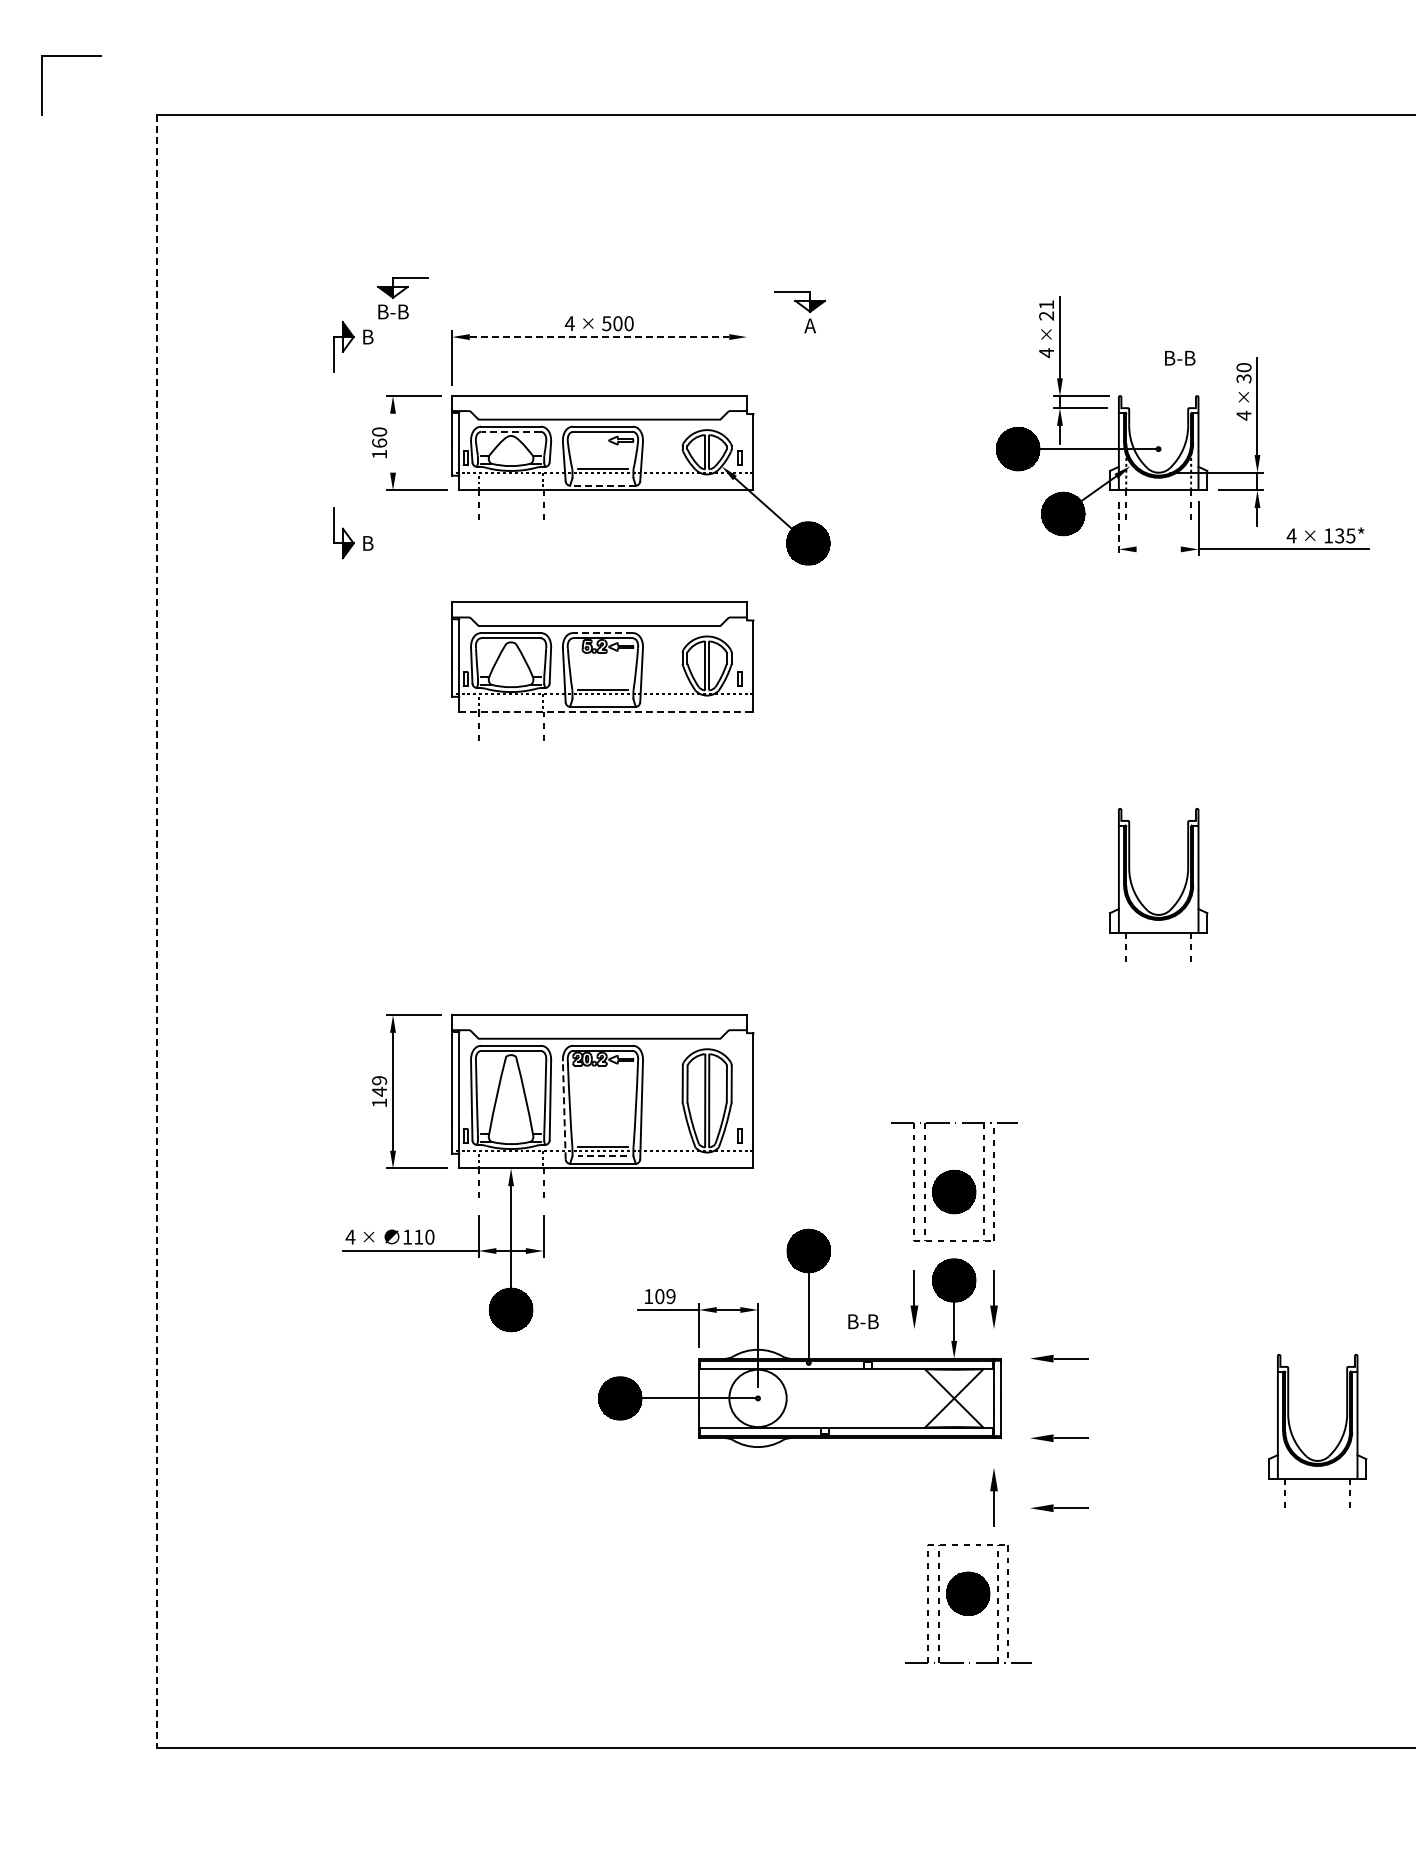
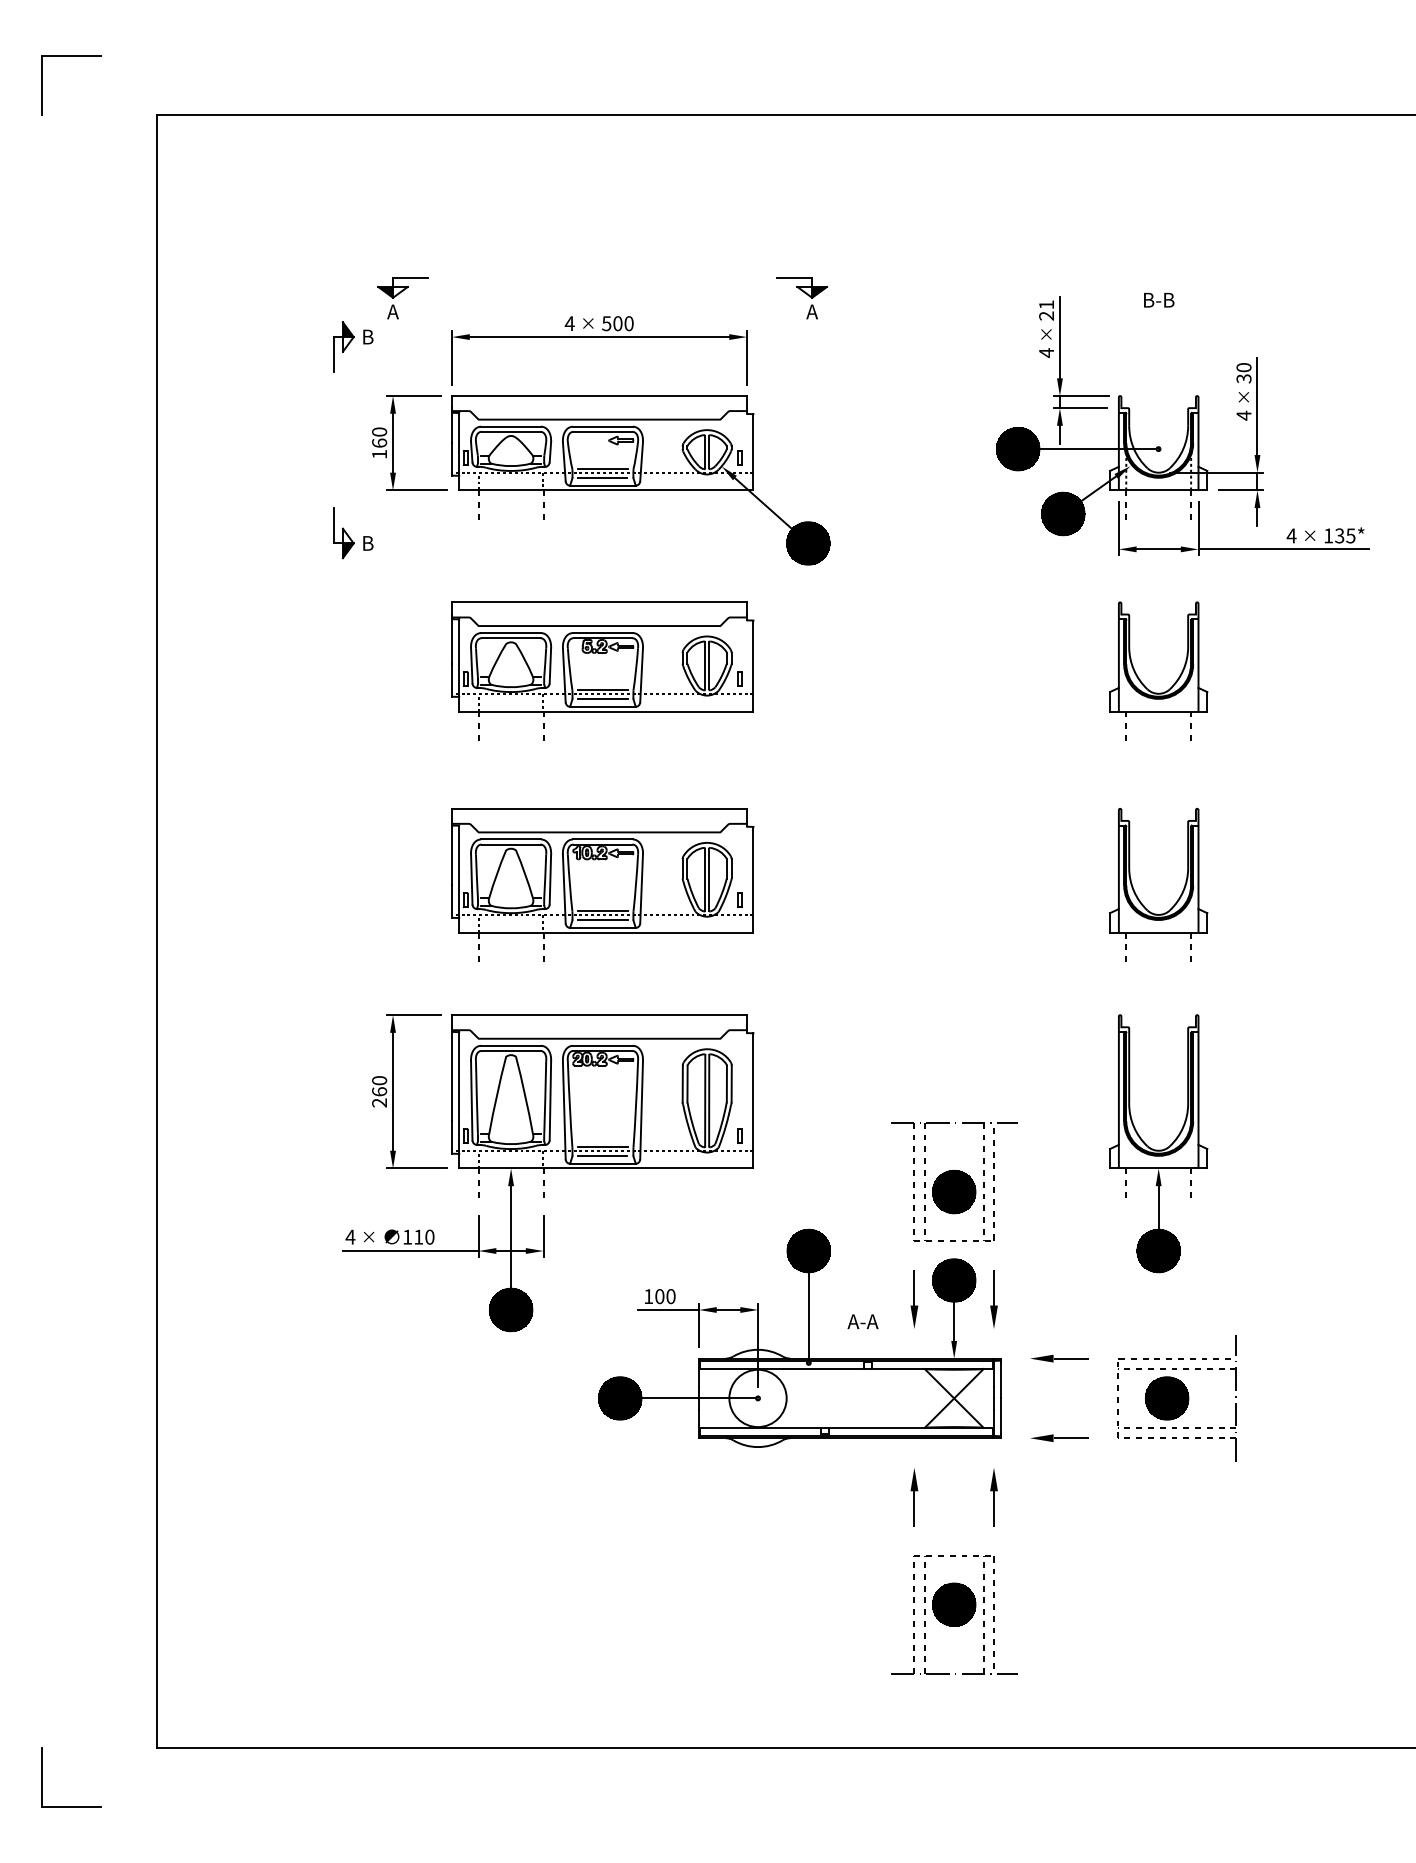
text at (393, 311): B-B -> A
part at (799, 312) position: (799, 312) -> (801, 298)
line at (599, 337): dashed -> solid
line at (746, 357): none -> present
text at (1180, 357) position: (1180, 357) -> (1159, 299)
line at (510, 431): dashed -> solid
line at (393, 442): none -> present
line at (602, 478): none -> present
line at (602, 485): dashed -> solid
line at (1118, 528): dashed -> solid
line at (1158, 549): none -> present
line at (602, 633): dashed -> solid
part at (1141, 680): none -> present
line at (602, 699): none -> present
line at (606, 711): dashed -> solid
part at (602, 884): none -> present
line at (157, 931): dashed -> solid
text at (379, 1091): 149 -> 260
line at (564, 1109): dashed -> solid
part at (1158, 1143): none -> present
line at (602, 1156): dashed -> solid
text at (670, 1296): 109 -> 100
text at (862, 1321): B-B -> A-A
part at (1176, 1398): none -> present
part at (1296, 1441): present -> none
part at (914, 1497): none -> present
part at (1059, 1507): present -> none
part at (968, 1603) position: (968, 1603) -> (954, 1614)
part at (42, 1777): none -> present
